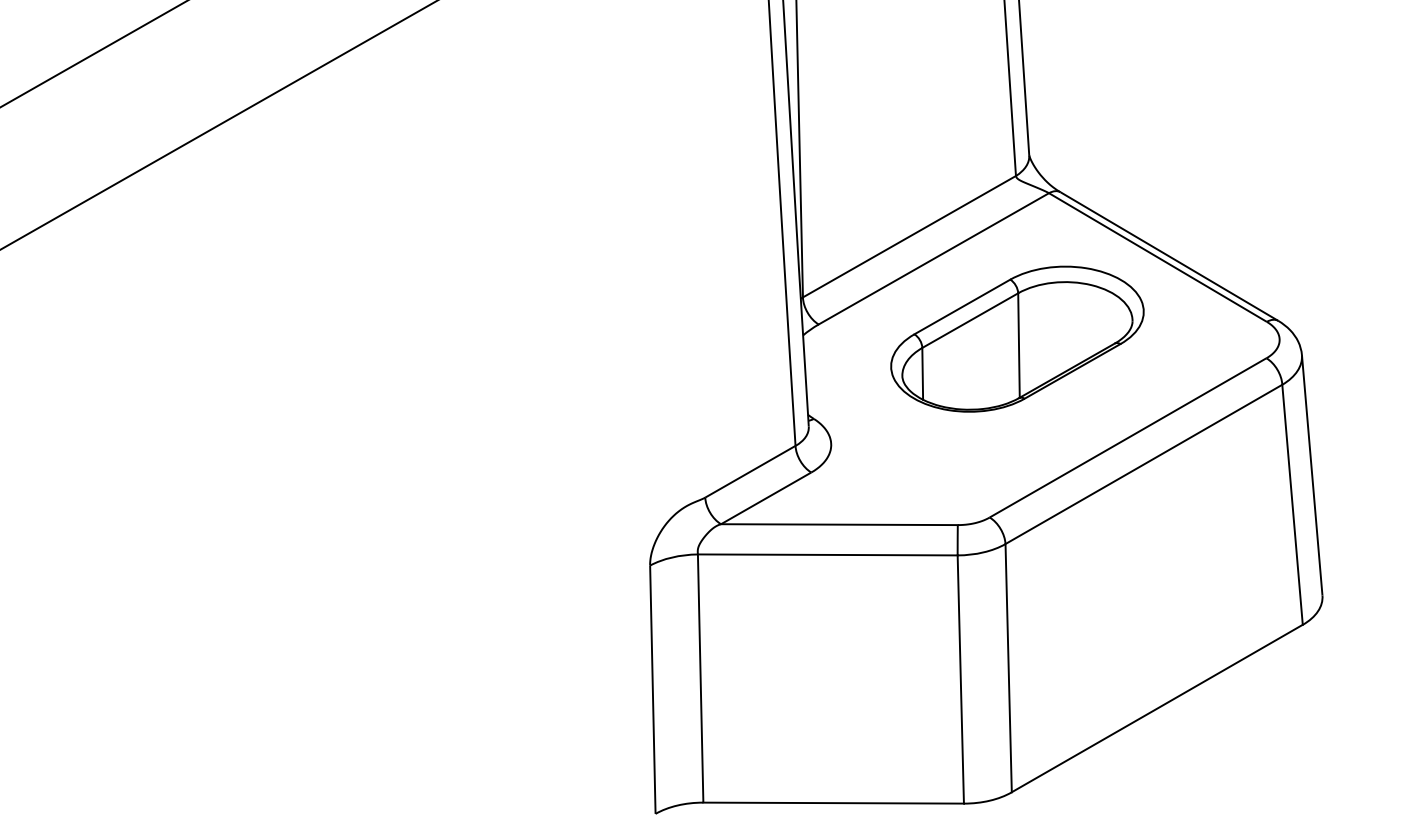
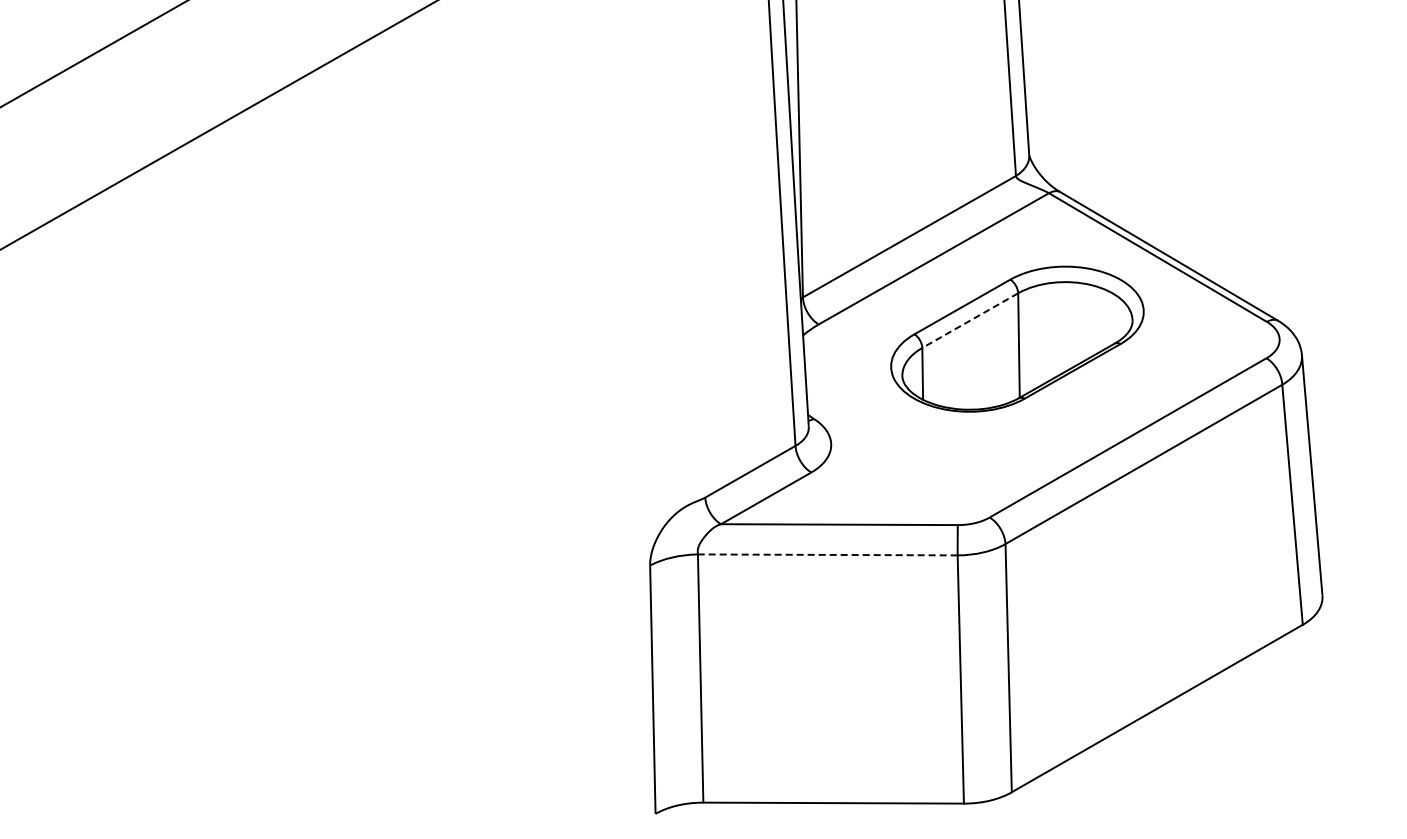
line at (969, 320): solid -> dashed
line at (827, 554): solid -> dashed
